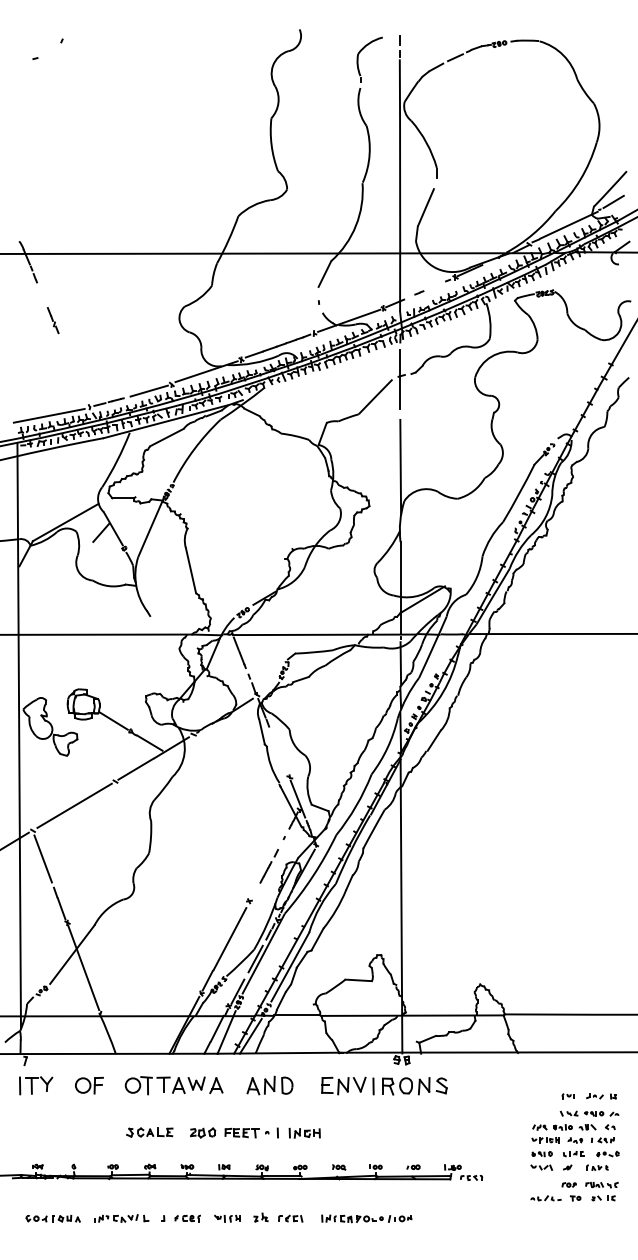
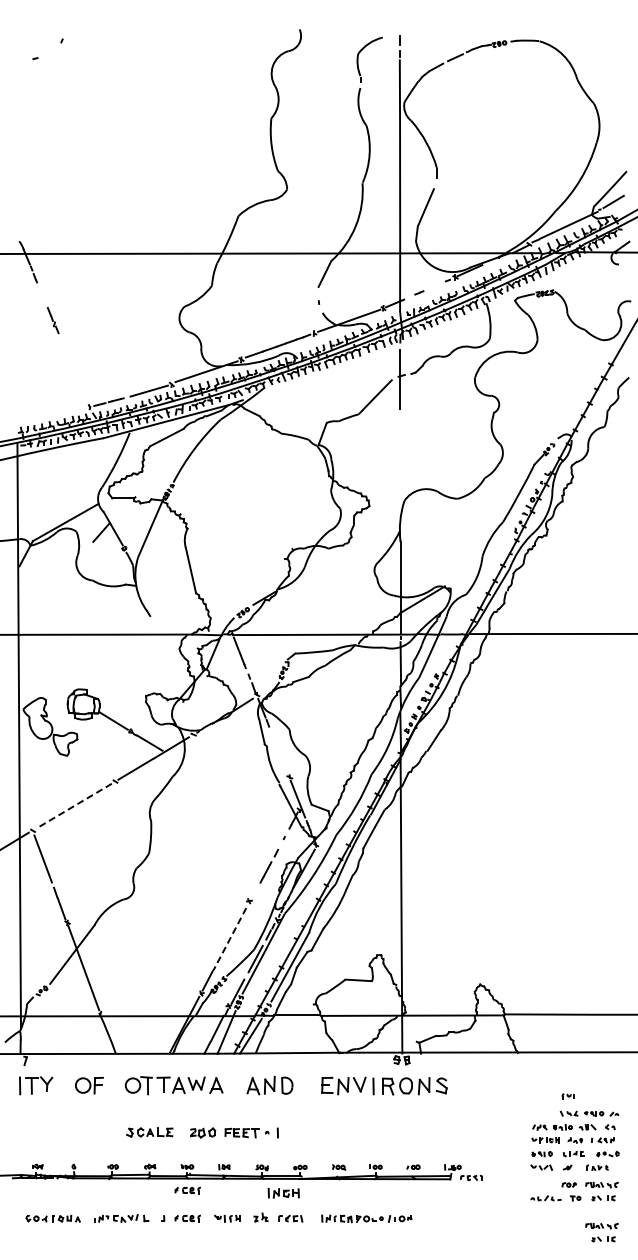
line at (48, 415): present -> none
line at (400, 466): present -> none
line at (74, 806): solid -> dashed
line at (229, 939): solid -> dashed
part at (601, 1096): present -> none
part at (304, 1132) position: (304, 1132) -> (283, 1192)
part at (187, 1190): none -> present
part at (601, 1232): none -> present
